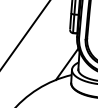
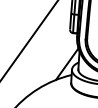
line at (25, 34) position: (25, 34) -> (29, 40)
